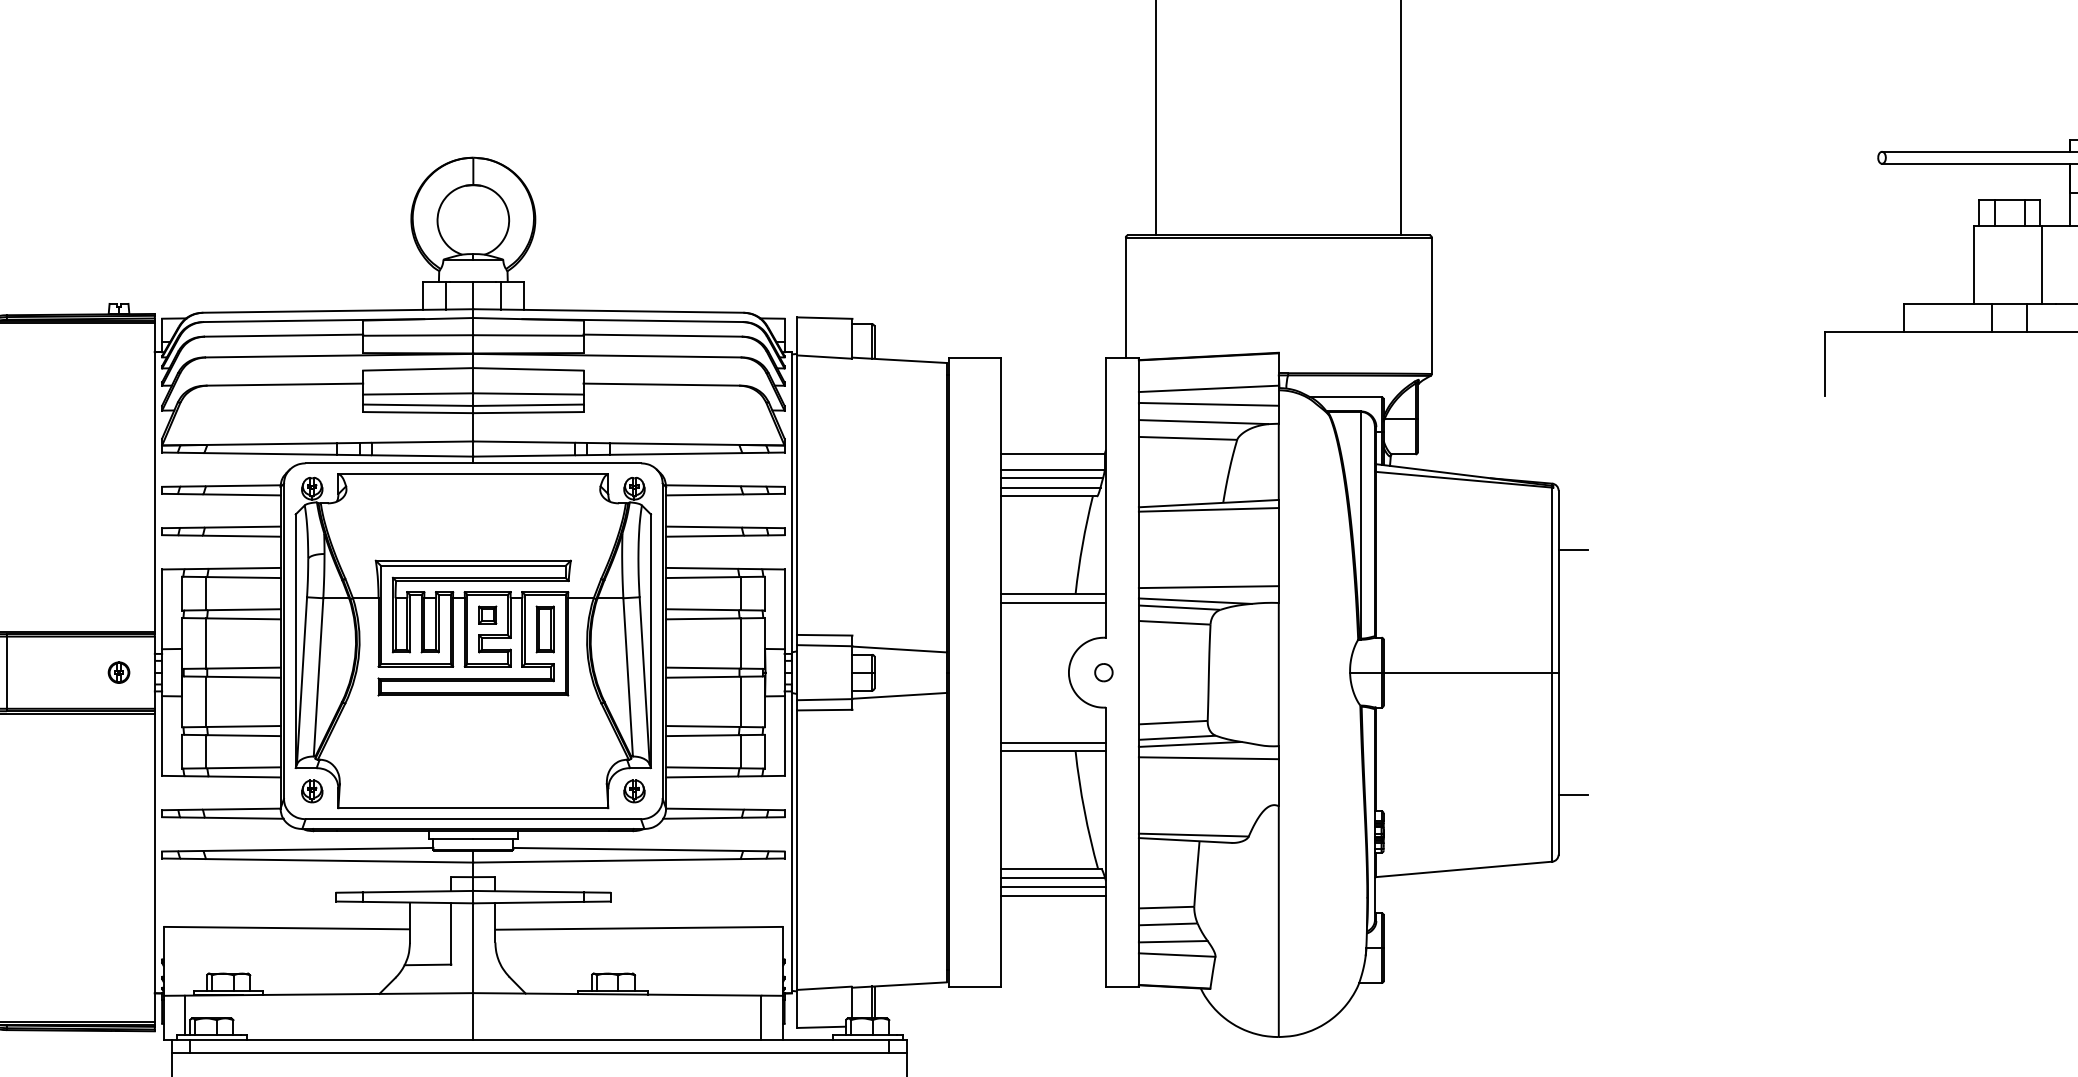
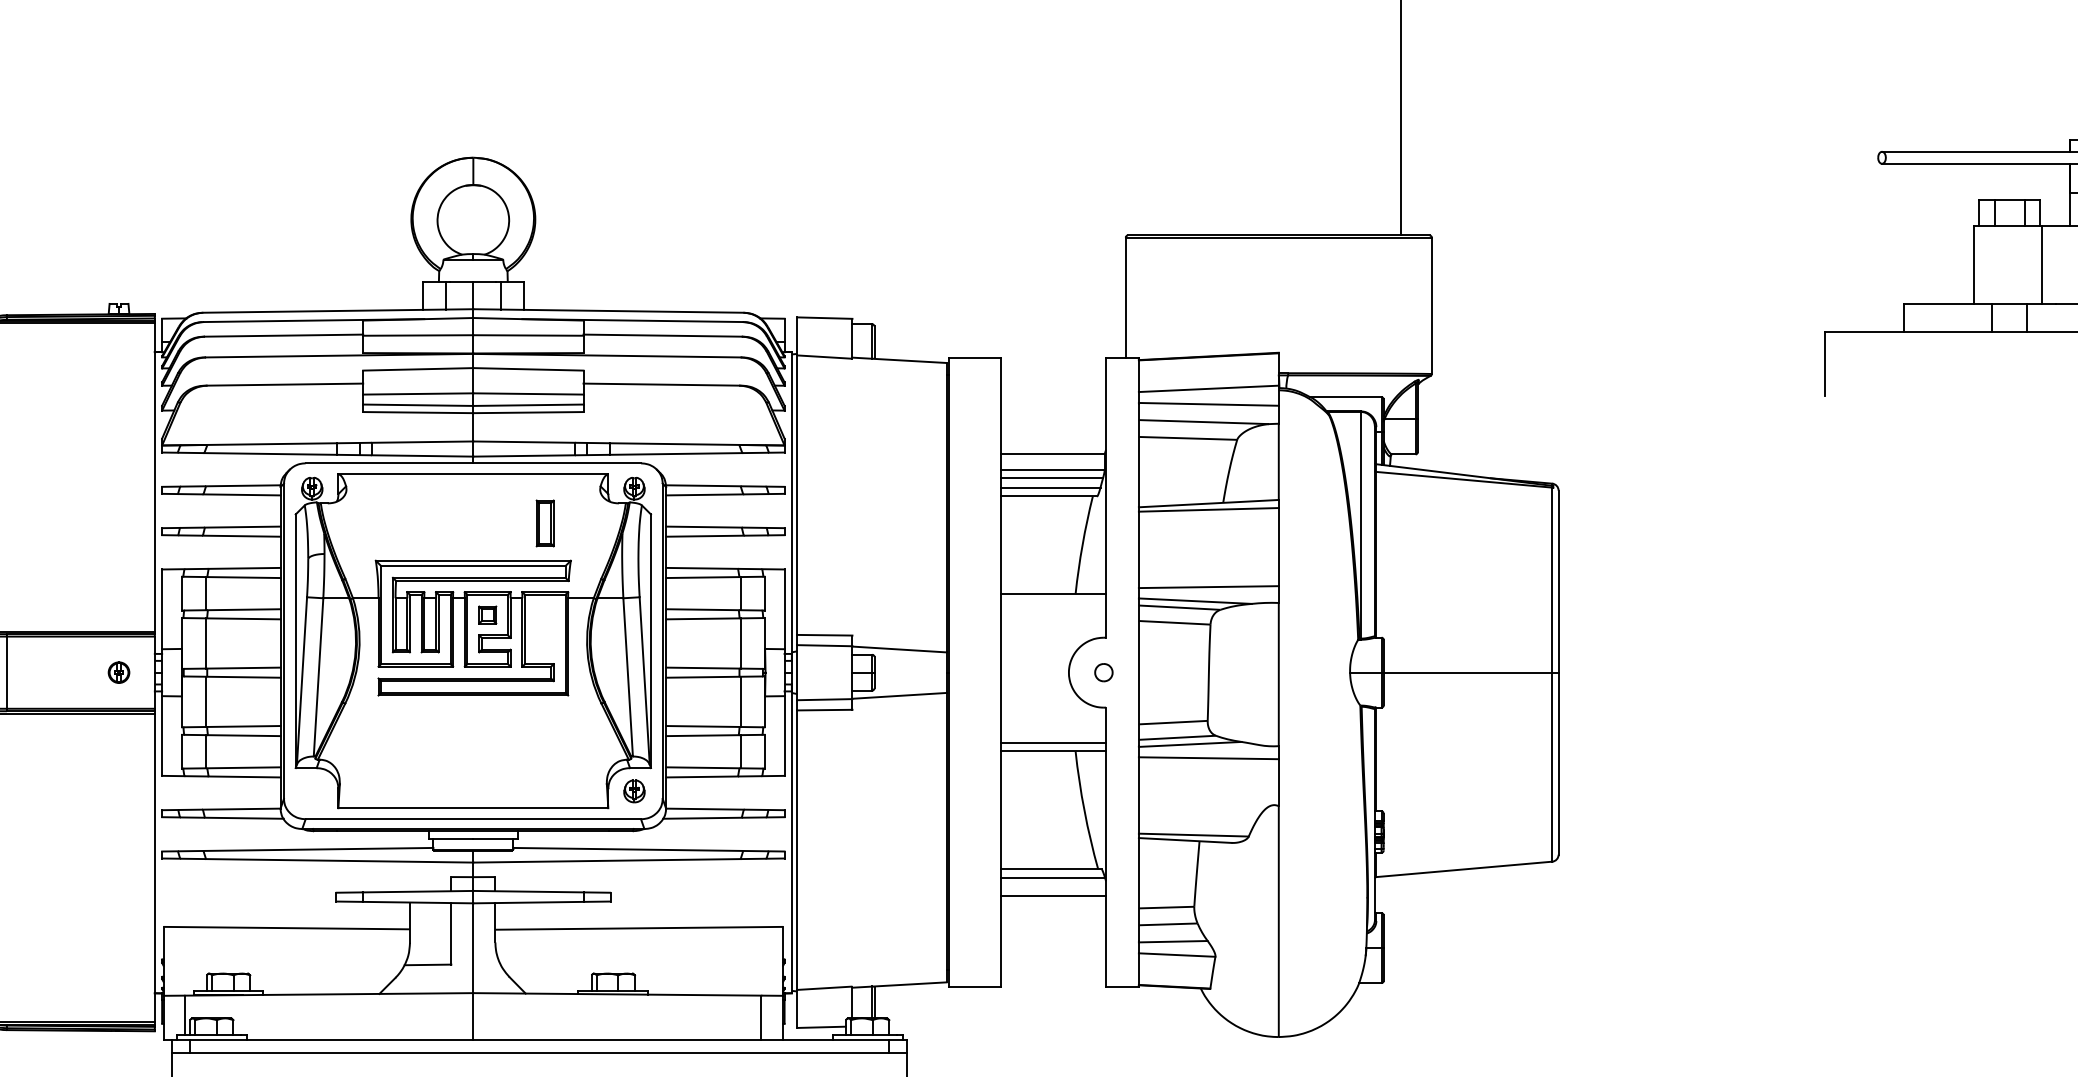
line at (1156, 118): present -> none
line at (1573, 550): present -> none
line at (1053, 602): present -> none
part at (544, 629) position: (544, 629) -> (544, 523)
part at (312, 791): present -> none
line at (1573, 795): present -> none
line at (1053, 886): present -> none
